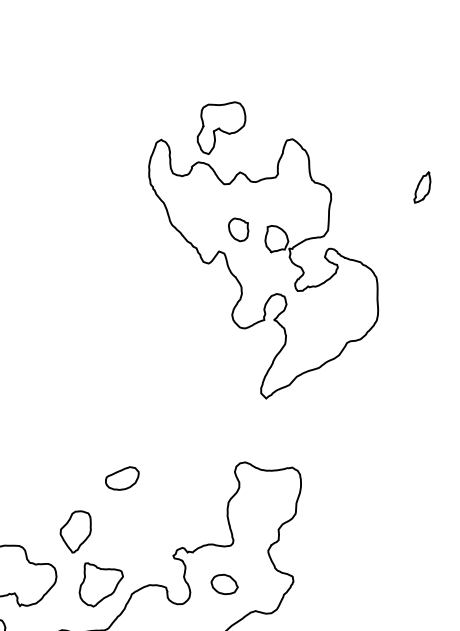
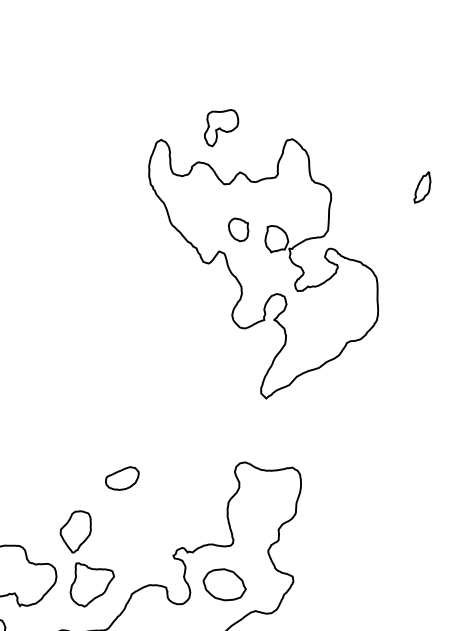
part at (221, 127) size: 51x54 px -> 36x39 px
part at (224, 583) size: 29x22 px -> 45x34 px
part at (100, 584) position: (100, 584) -> (91, 584)
